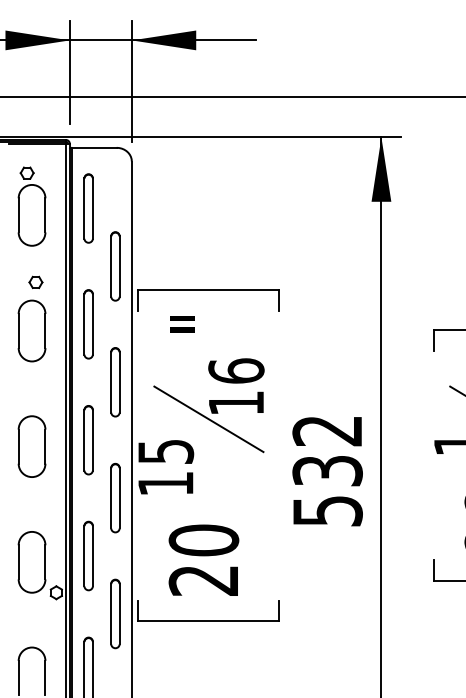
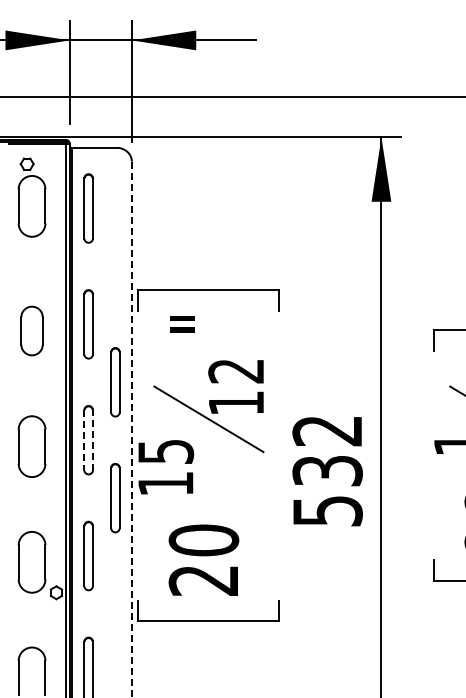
part at (31, 206) position: (31, 206) -> (31, 197)
part at (115, 266): present -> none
part at (35, 281): present -> none
part at (31, 330) size: 30x64 px -> 24x52 px
text at (236, 370): 16 -> 12
line at (131, 429): solid -> dashed
line at (92, 439): solid -> dashed
line at (84, 440): solid -> dashed
part at (115, 613): present -> none
